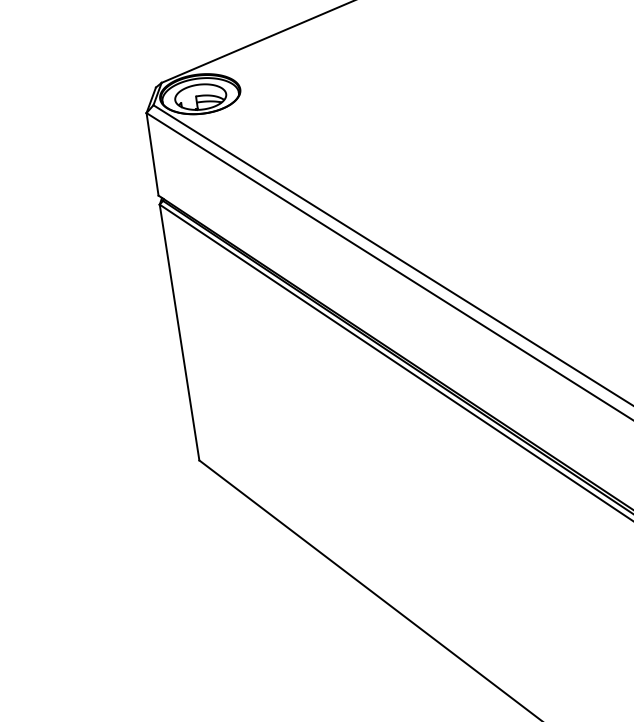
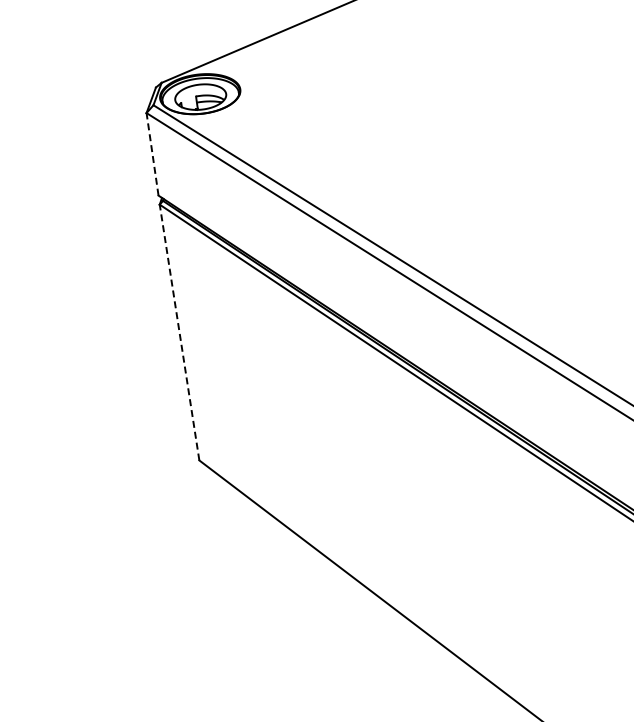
line at (152, 154): solid -> dashed
line at (179, 332): solid -> dashed
